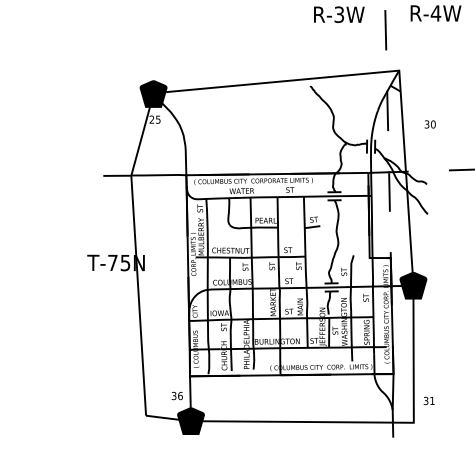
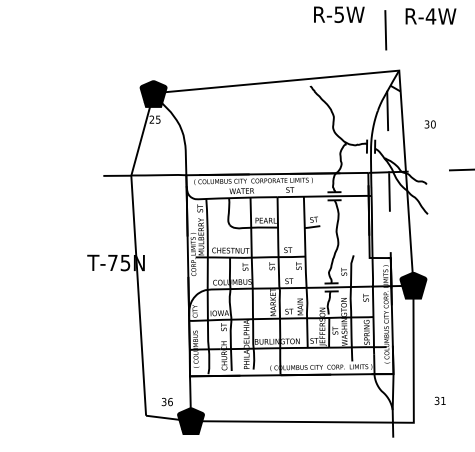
text at (435, 13) position: (435, 13) -> (430, 16)
text at (339, 14): R-3W -> R-5W
text at (176, 395) position: (176, 395) -> (166, 401)
text at (428, 400) position: (428, 400) -> (439, 400)
